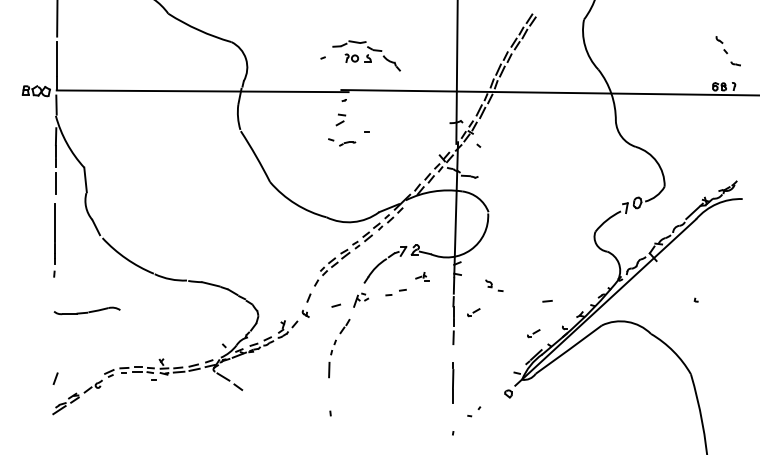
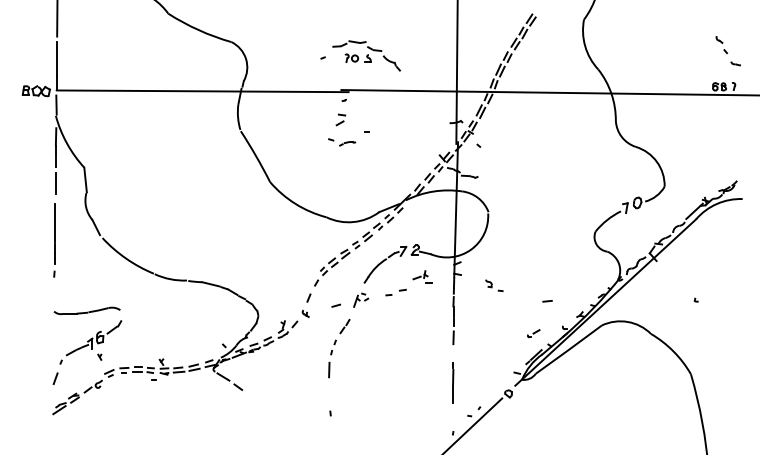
part at (422, 276) size: 15x10 px -> 21x14 px
part at (473, 312): present -> none
part at (90, 342): none -> present
line at (473, 424): none -> present
